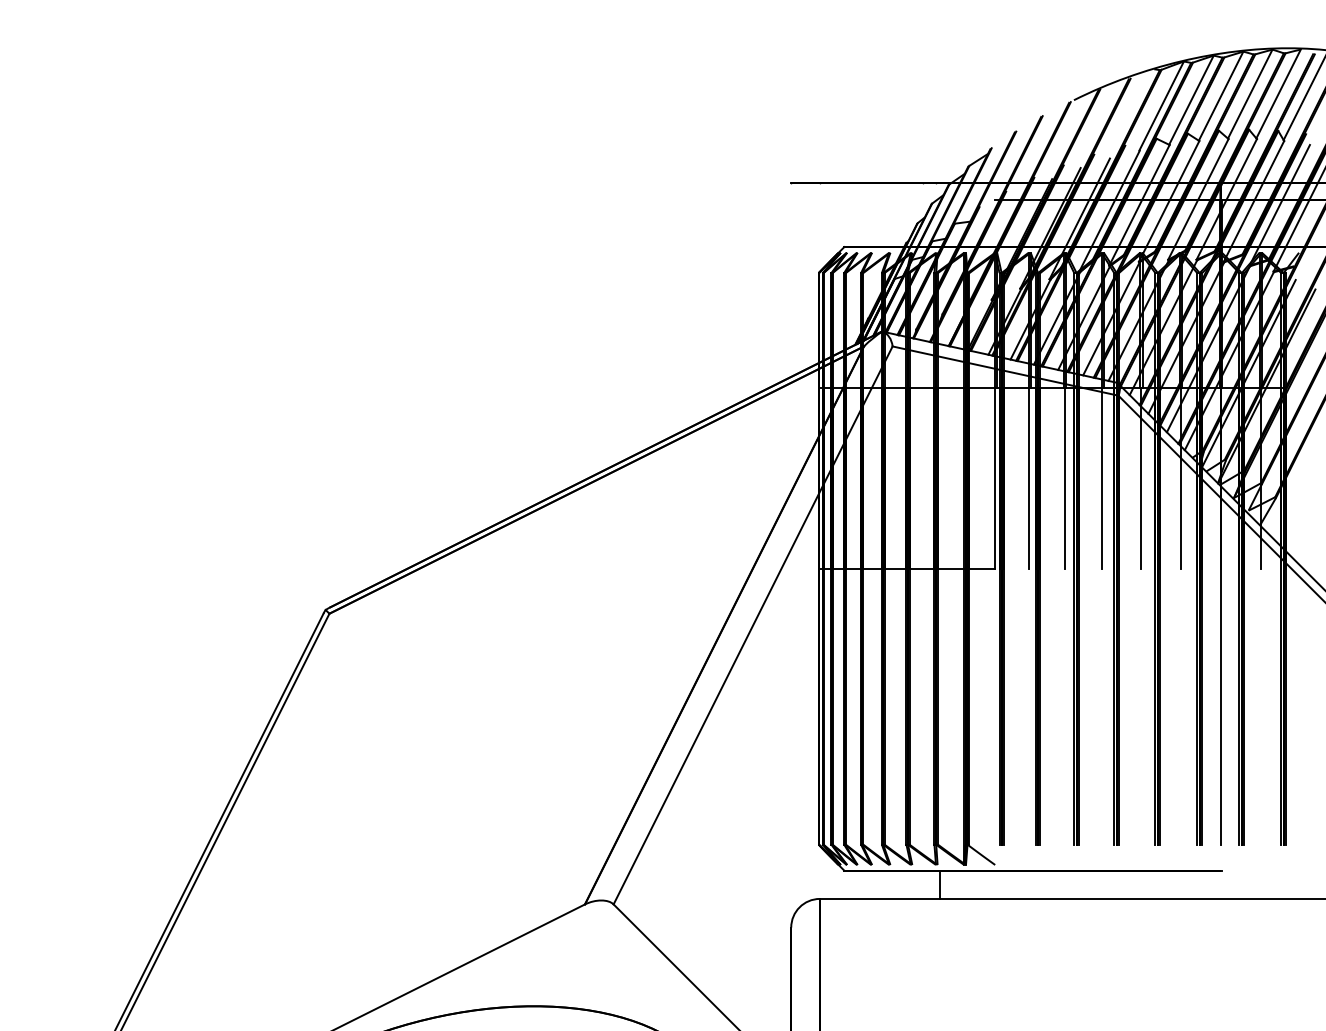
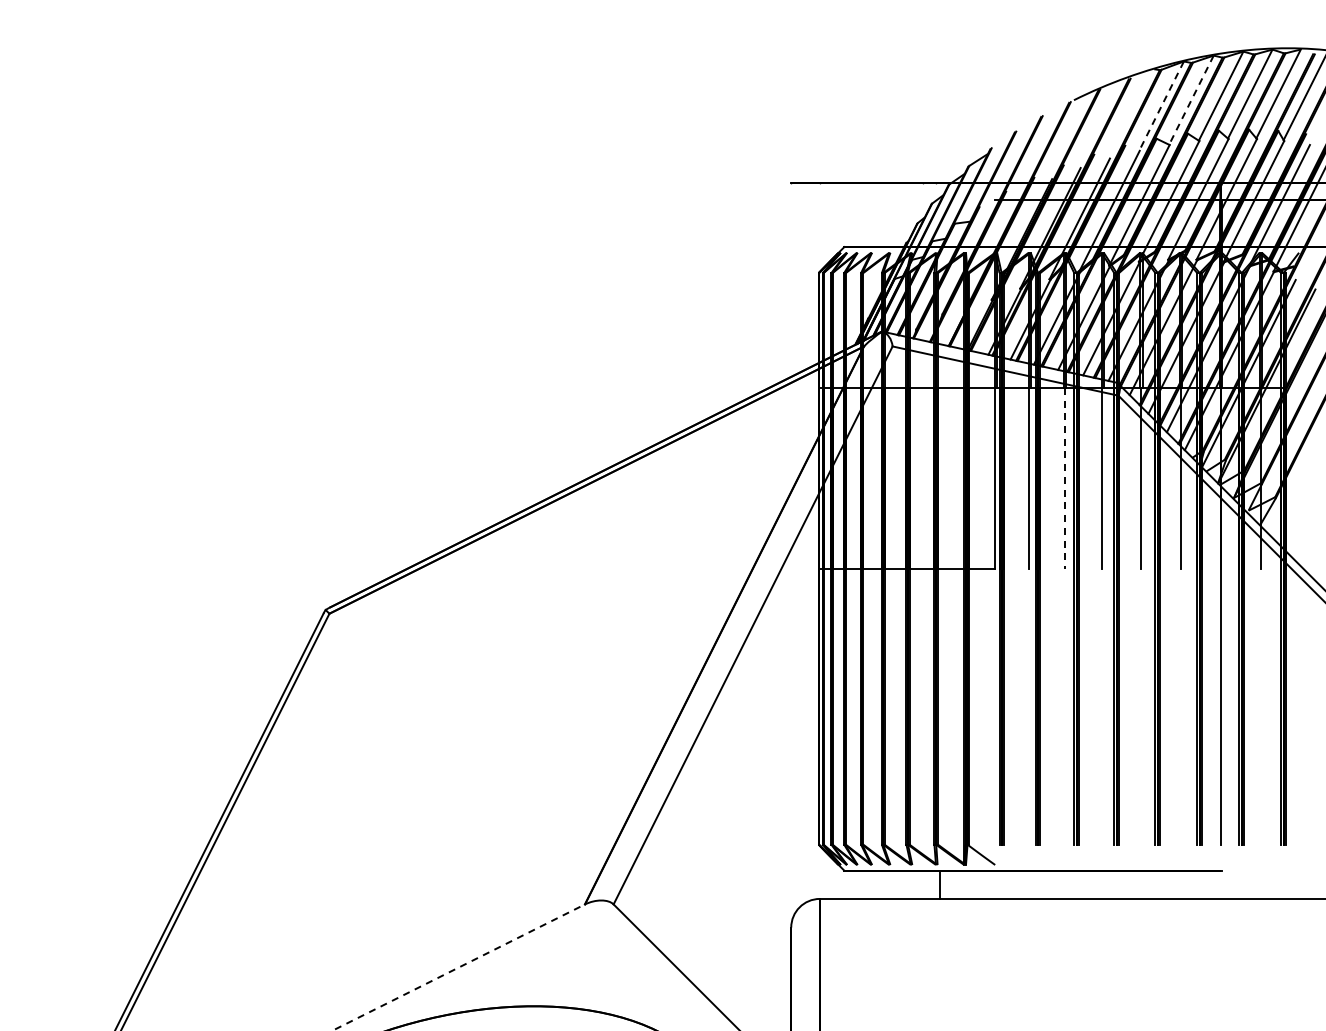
line at (1191, 100): solid -> dashed
line at (1161, 106): solid -> dashed
line at (1064, 478): solid -> dashed
line at (458, 967): solid -> dashed
